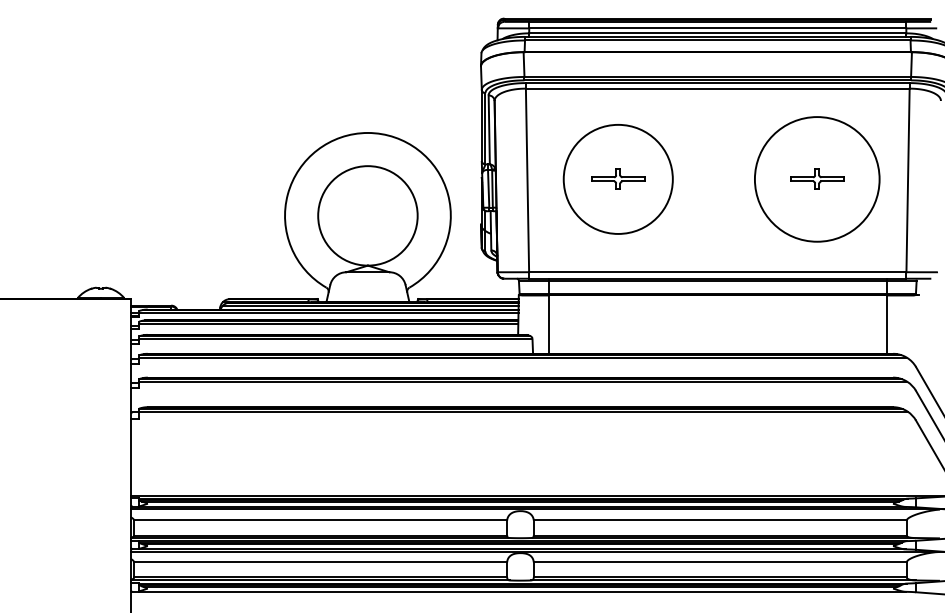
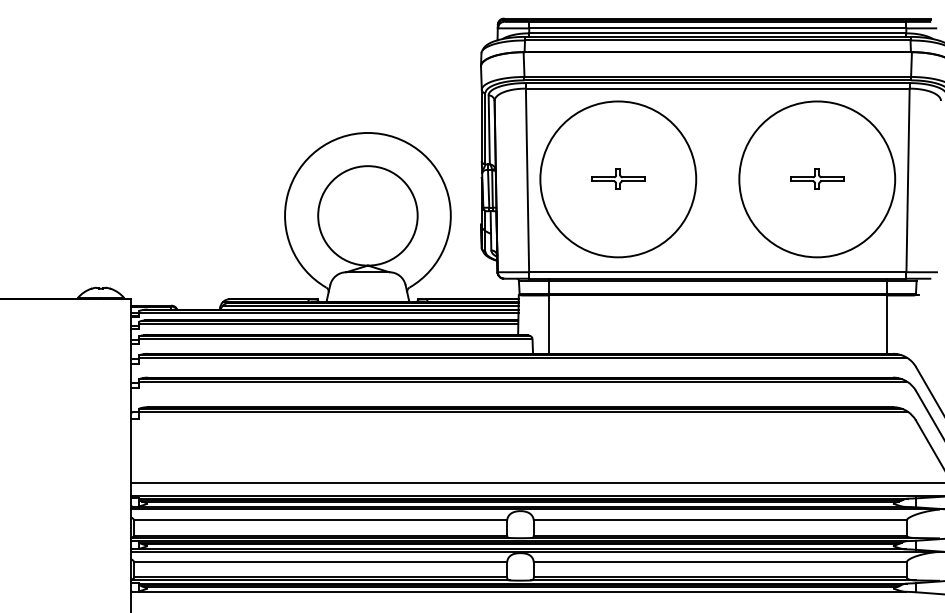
circle at (617, 178) diameter: 109 px -> 156 px
circle at (816, 179) diameter: 125 px -> 156 px
line at (535, 483): none -> present
